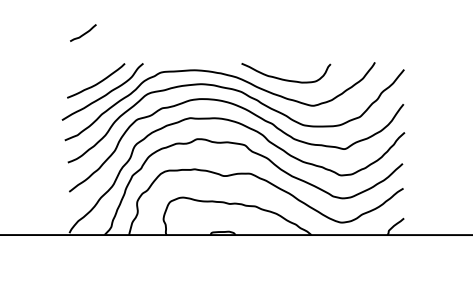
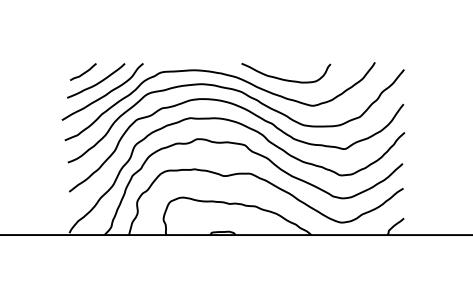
curve at (83, 33) position: (83, 33) -> (83, 72)
